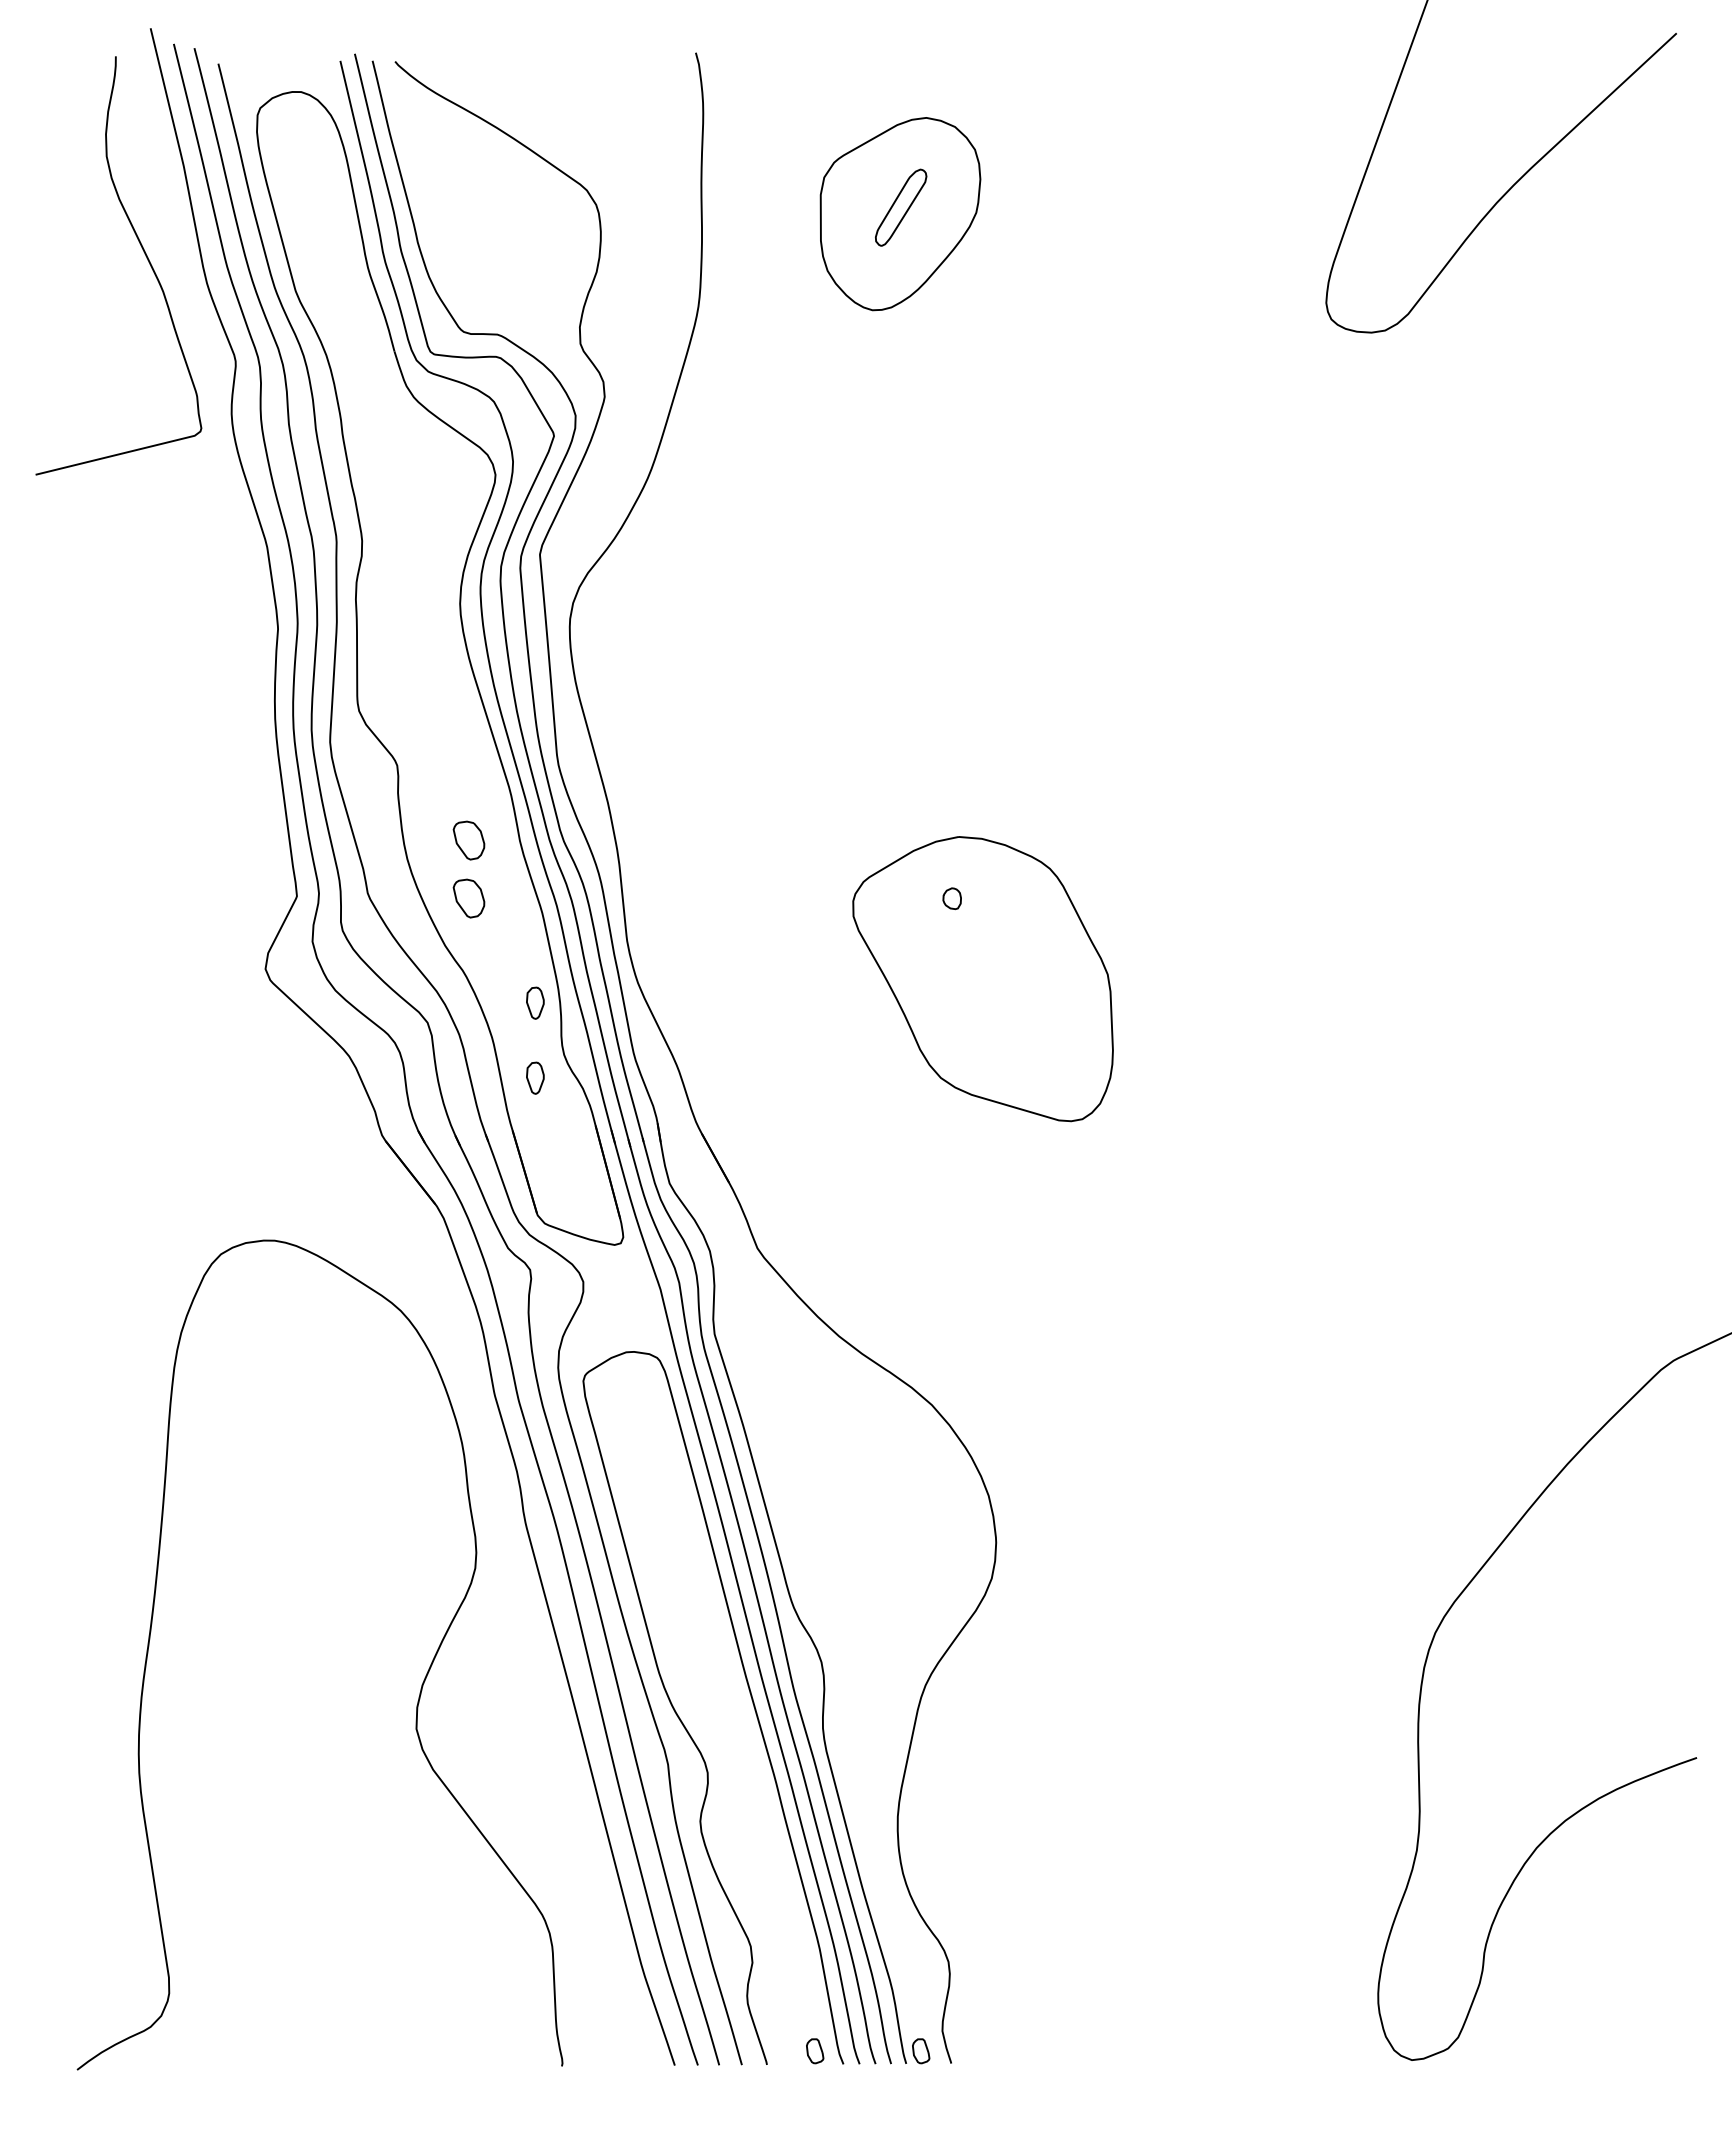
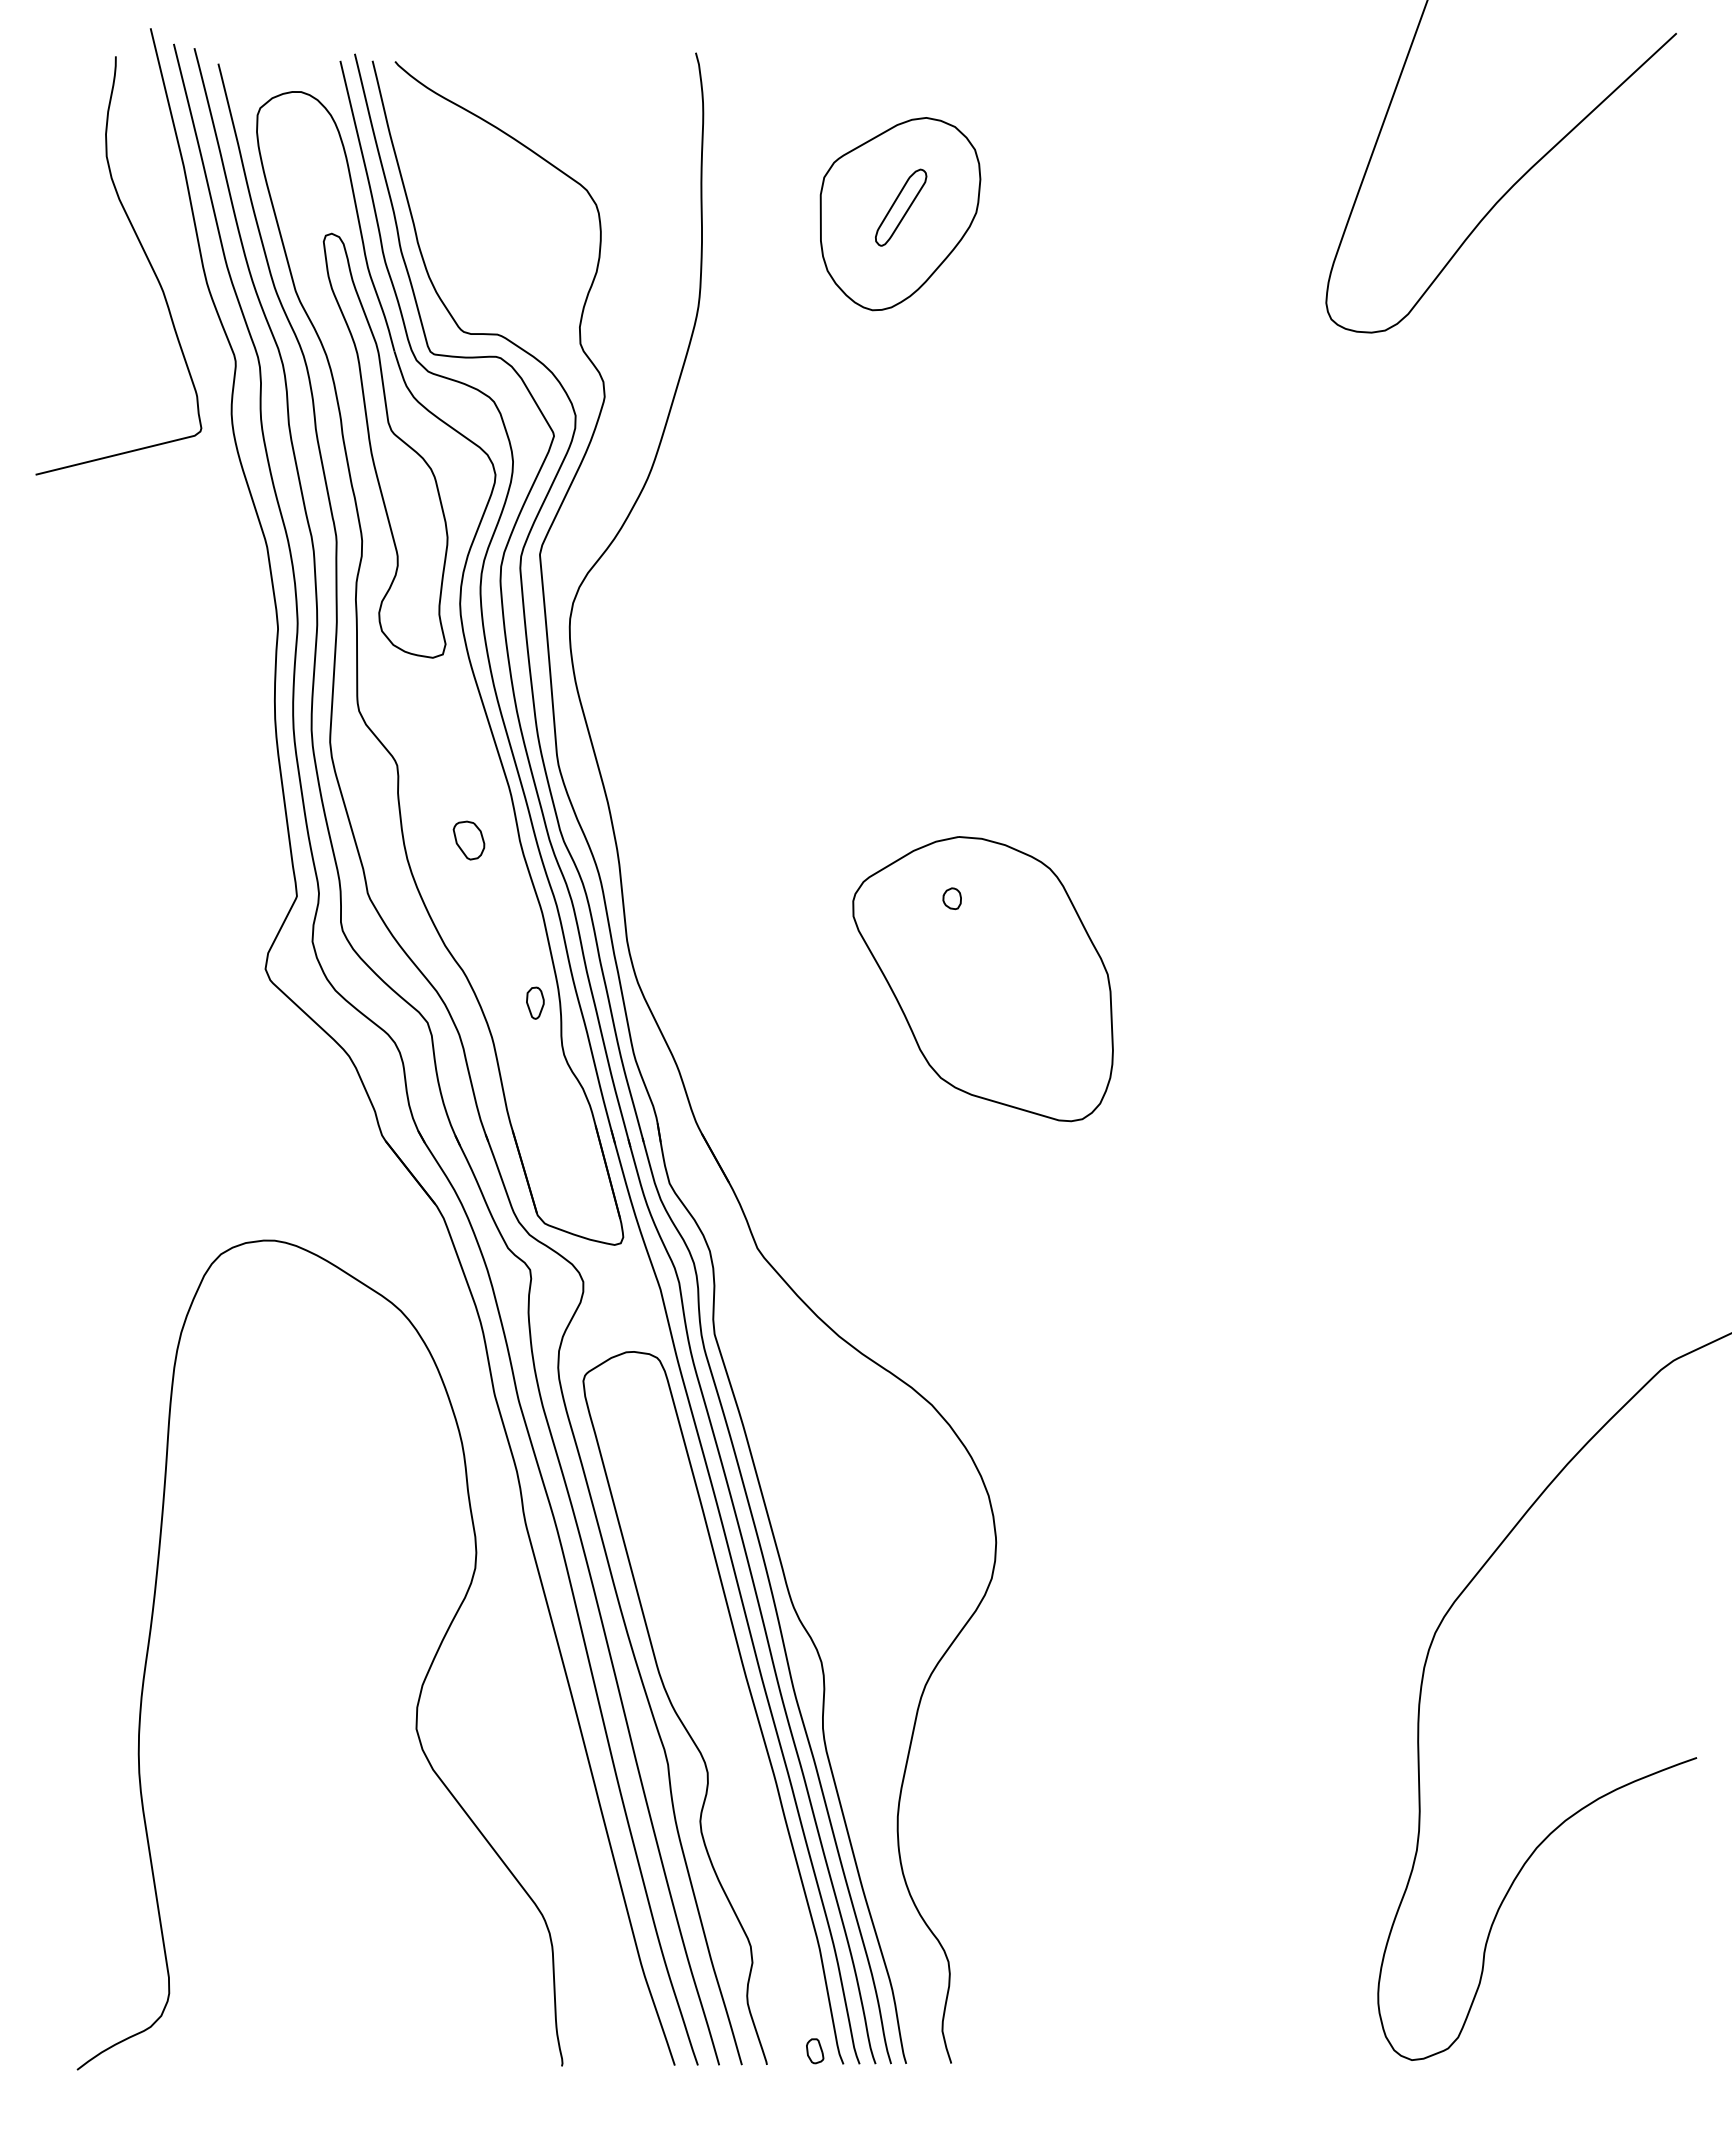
part at (385, 445): none -> present
part at (468, 898): present -> none
part at (535, 1077): present -> none
part at (921, 2051): present -> none
